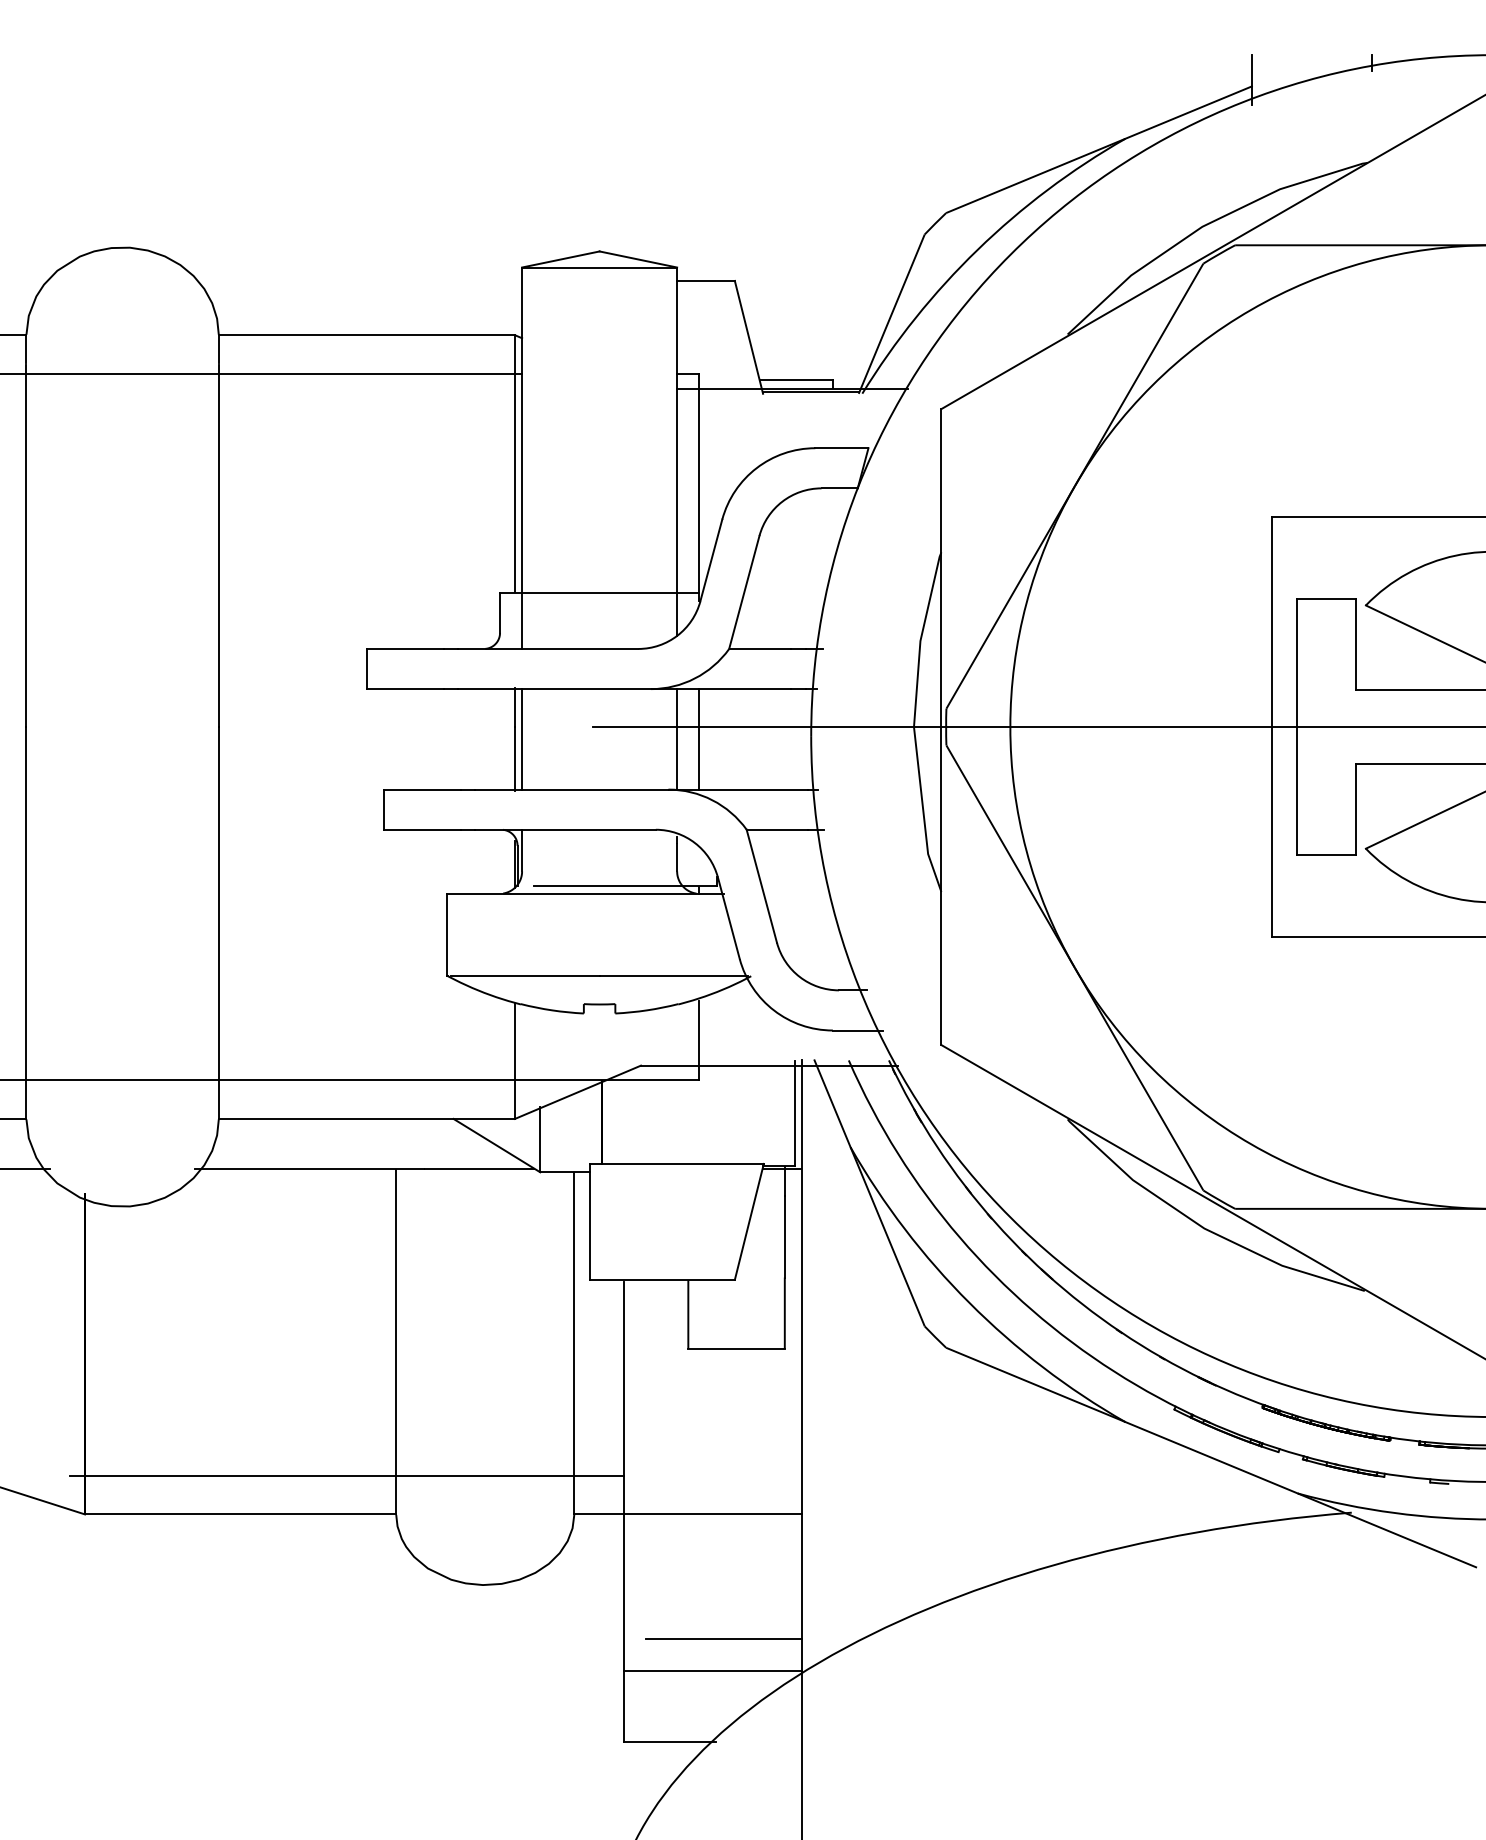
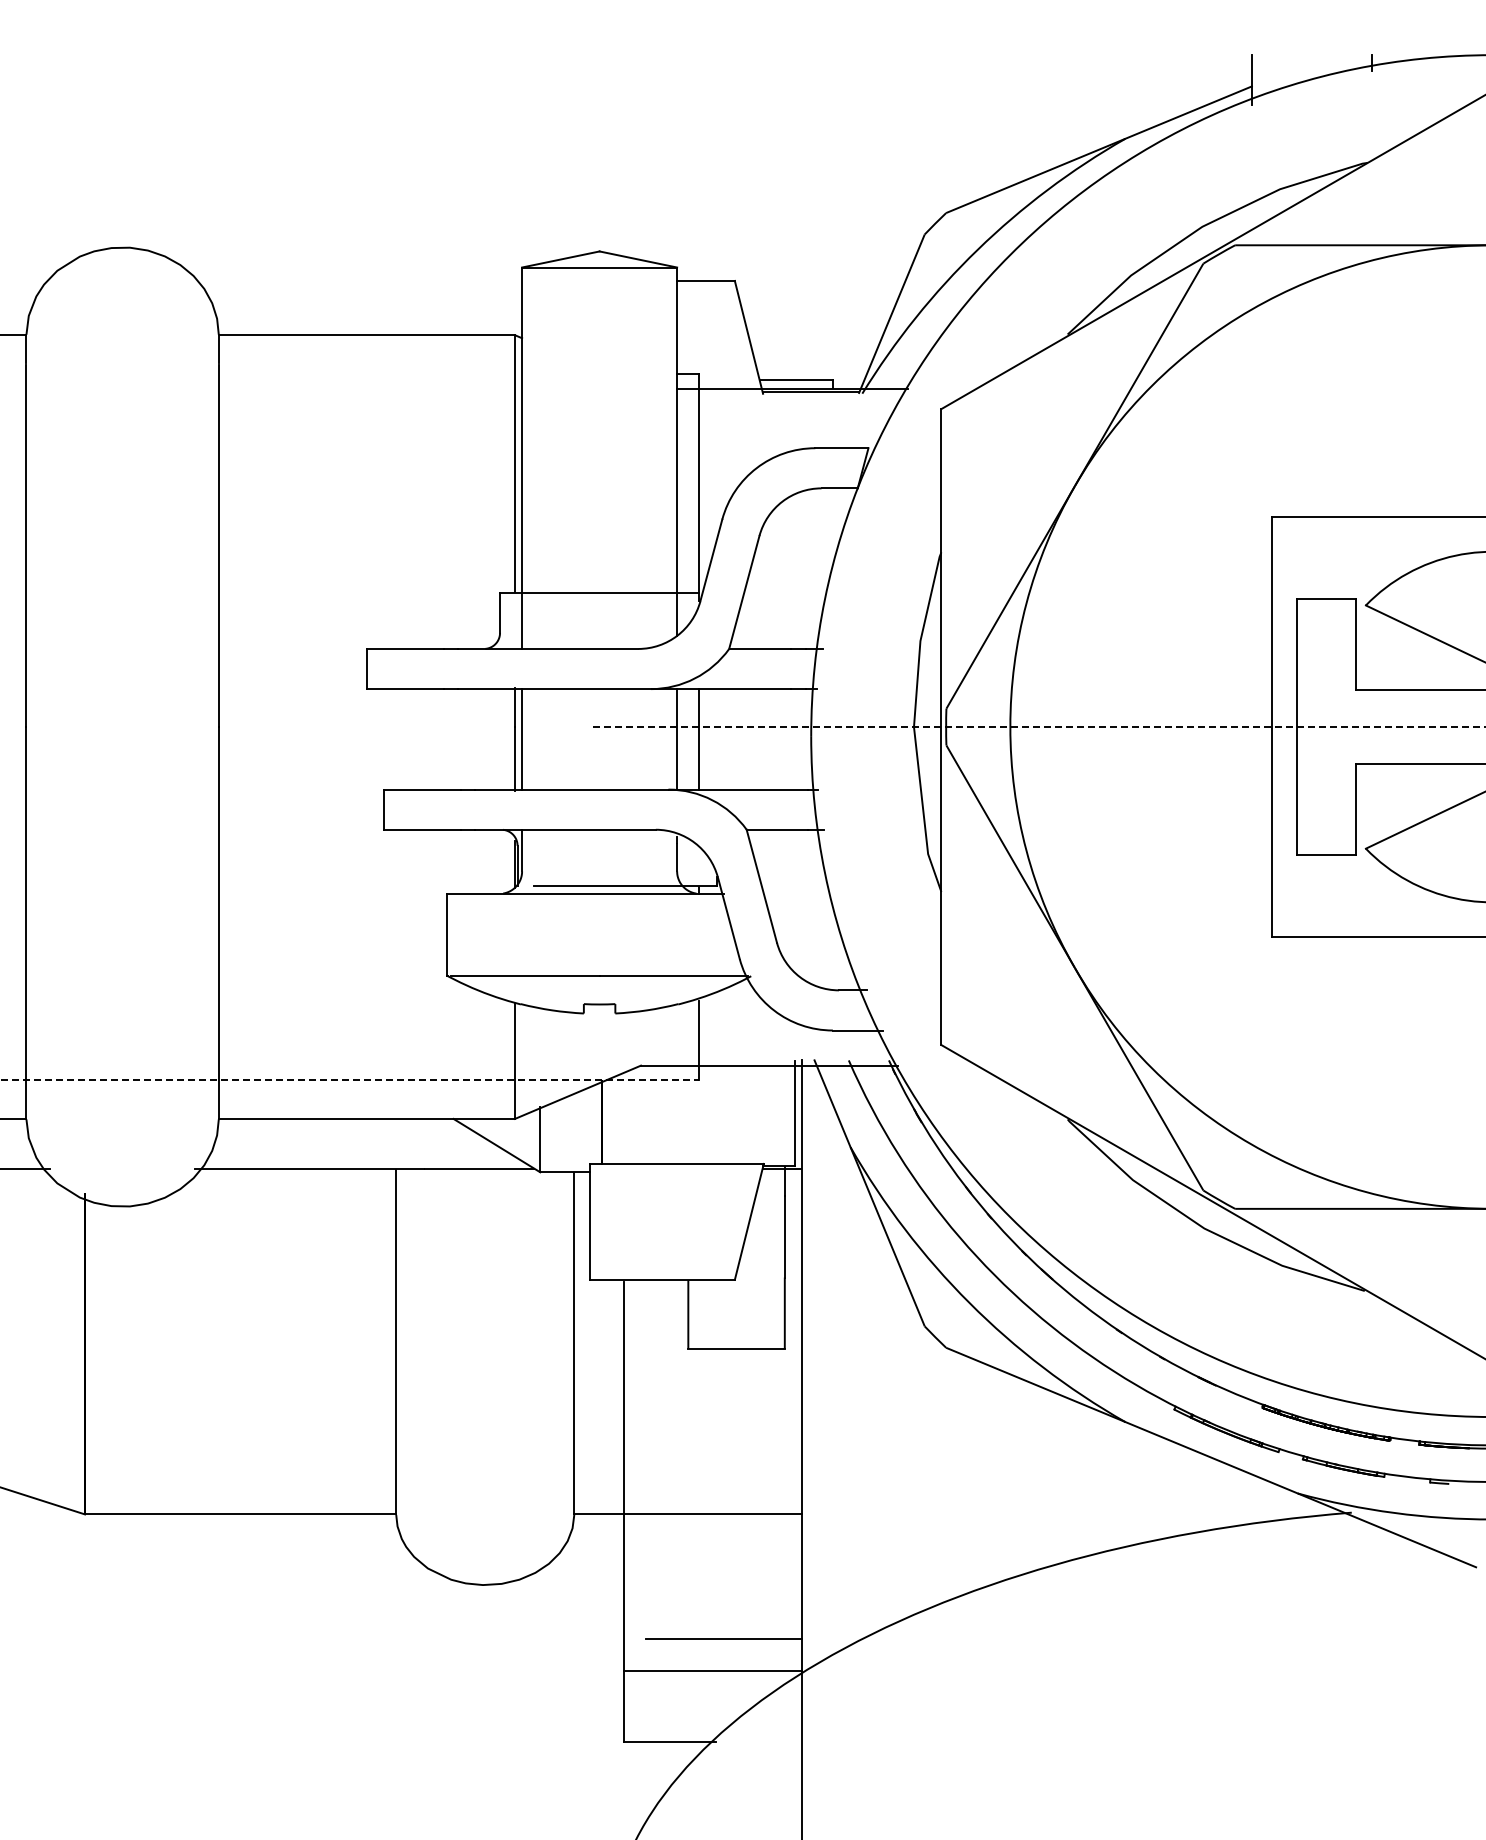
line at (262, 373): present -> none
line at (1039, 727): solid -> dashed
line at (350, 1080): solid -> dashed
line at (347, 1475): present -> none
